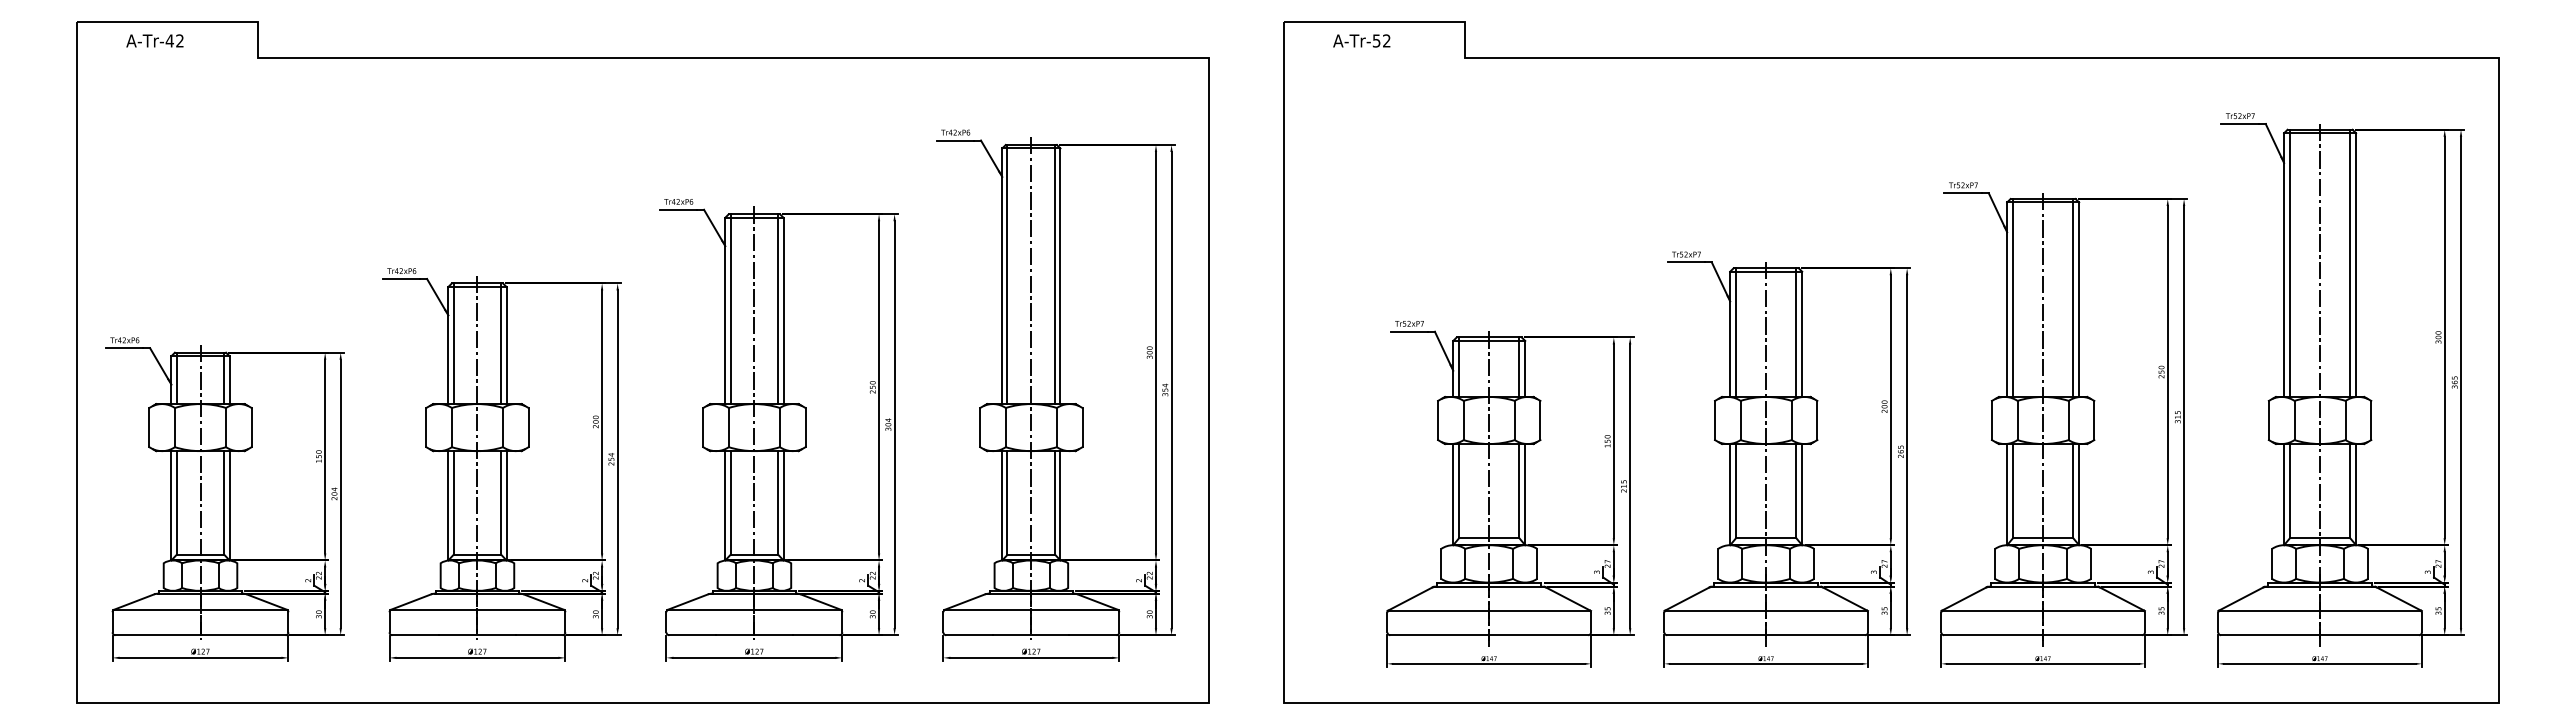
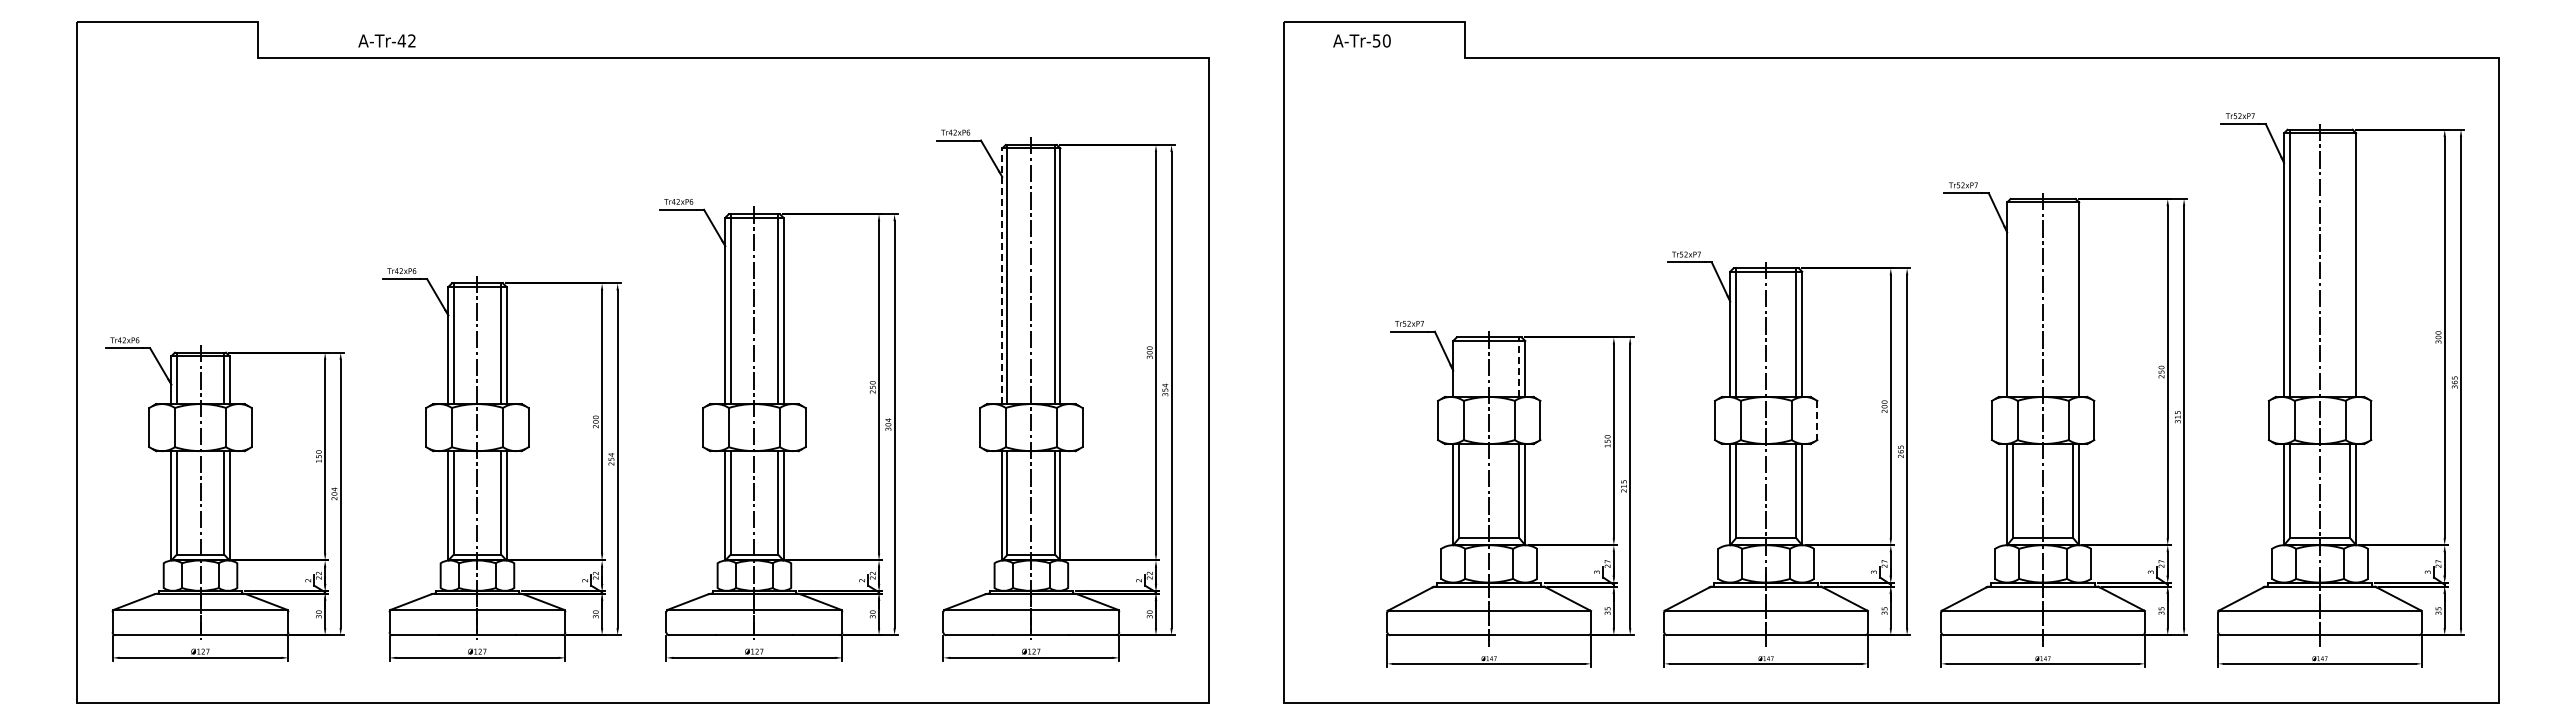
text at (154, 40) position: (154, 40) -> (386, 40)
text at (1386, 40): A-Tr-52 -> A-Tr-50
line at (2350, 262): present -> none
line at (1002, 276): solid -> dashed
line at (2012, 297): present -> none
line at (2073, 297): present -> none
line at (1459, 366): present -> none
line at (1519, 367): solid -> dashed
line at (1817, 420): solid -> dashed
